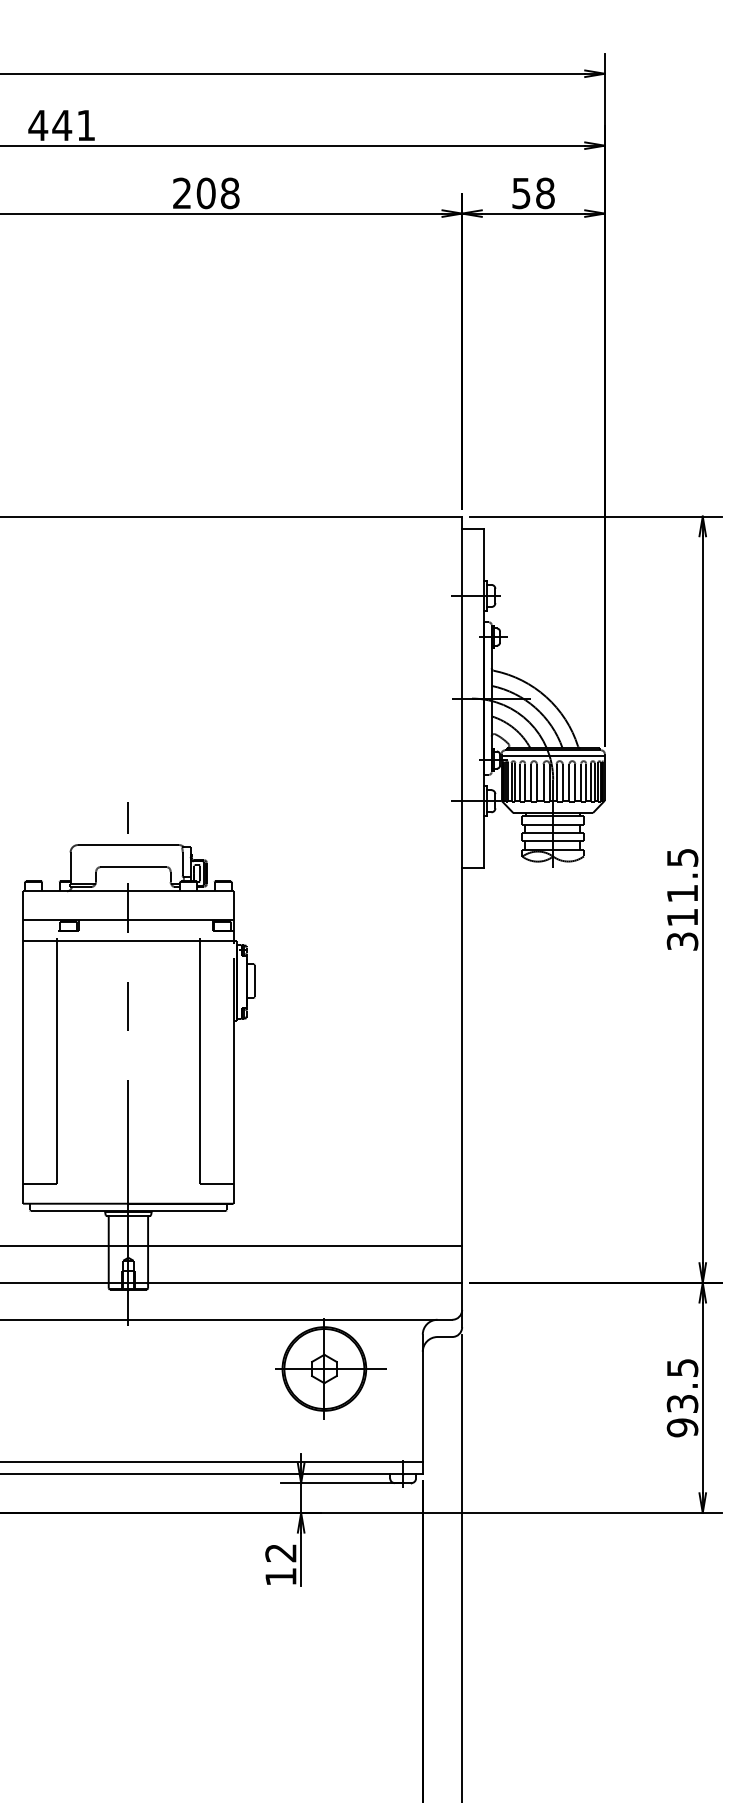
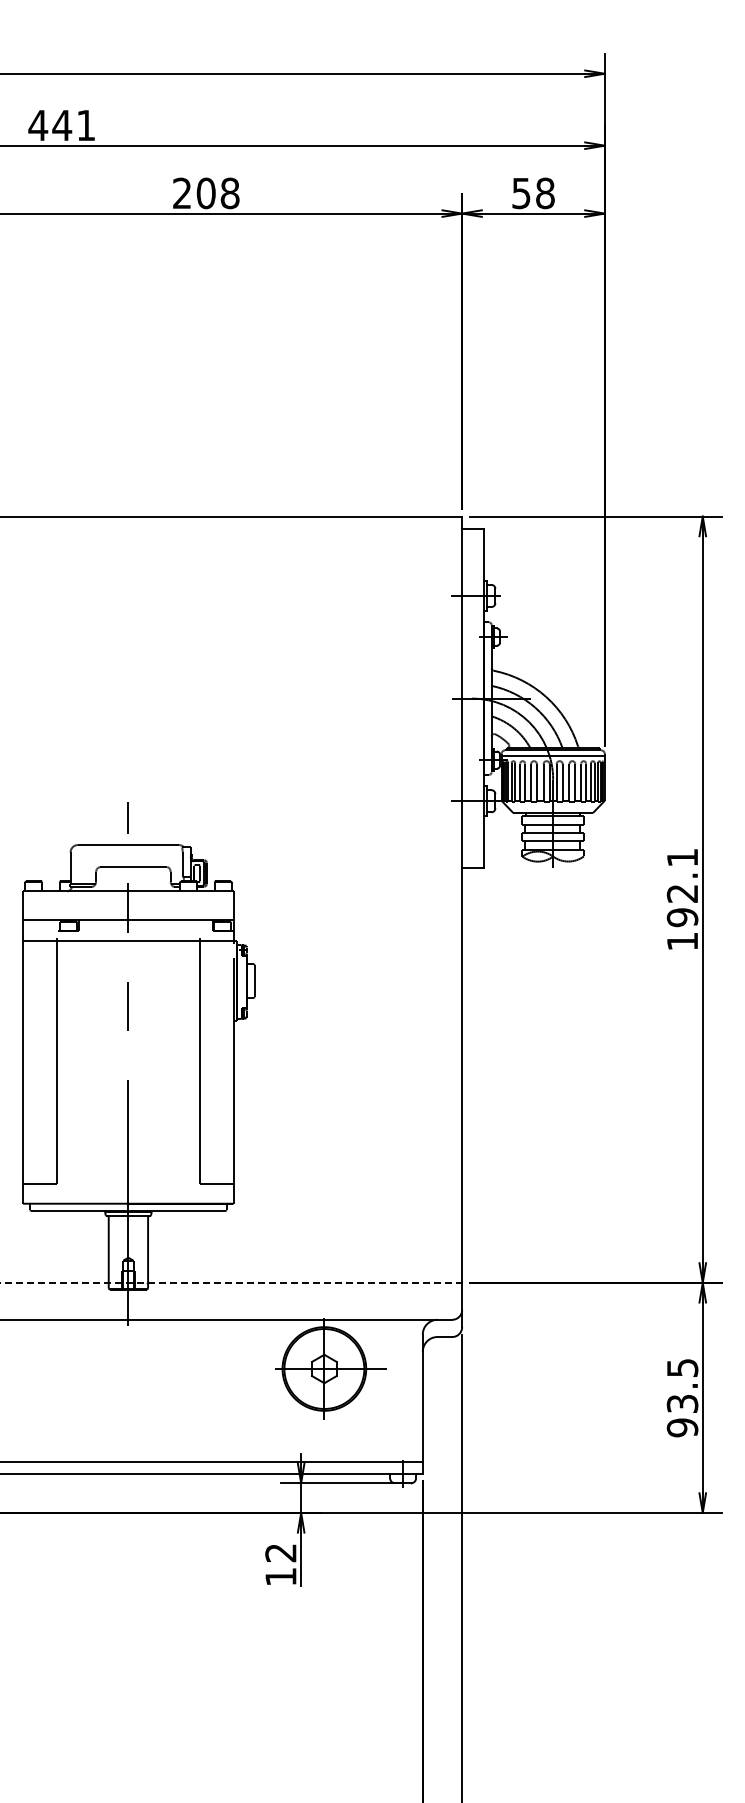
text at (682, 899): 311.5 -> 192.1
line at (232, 1245): present -> none
line at (231, 1282): solid -> dashed
